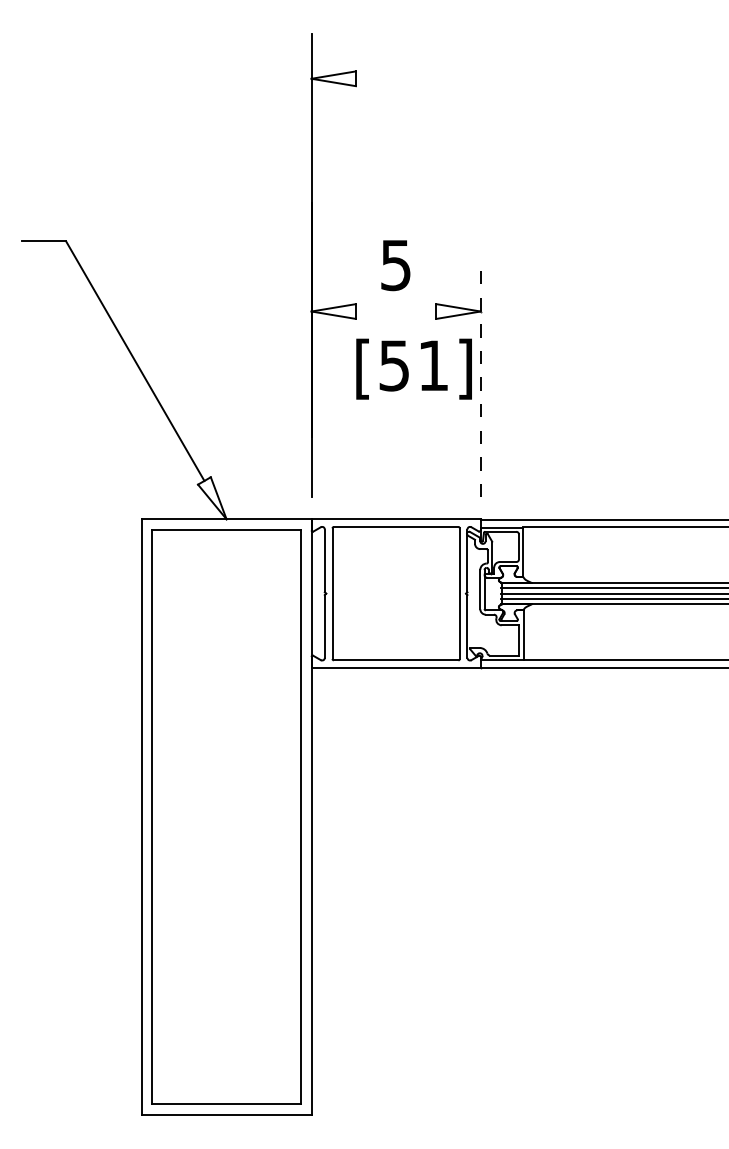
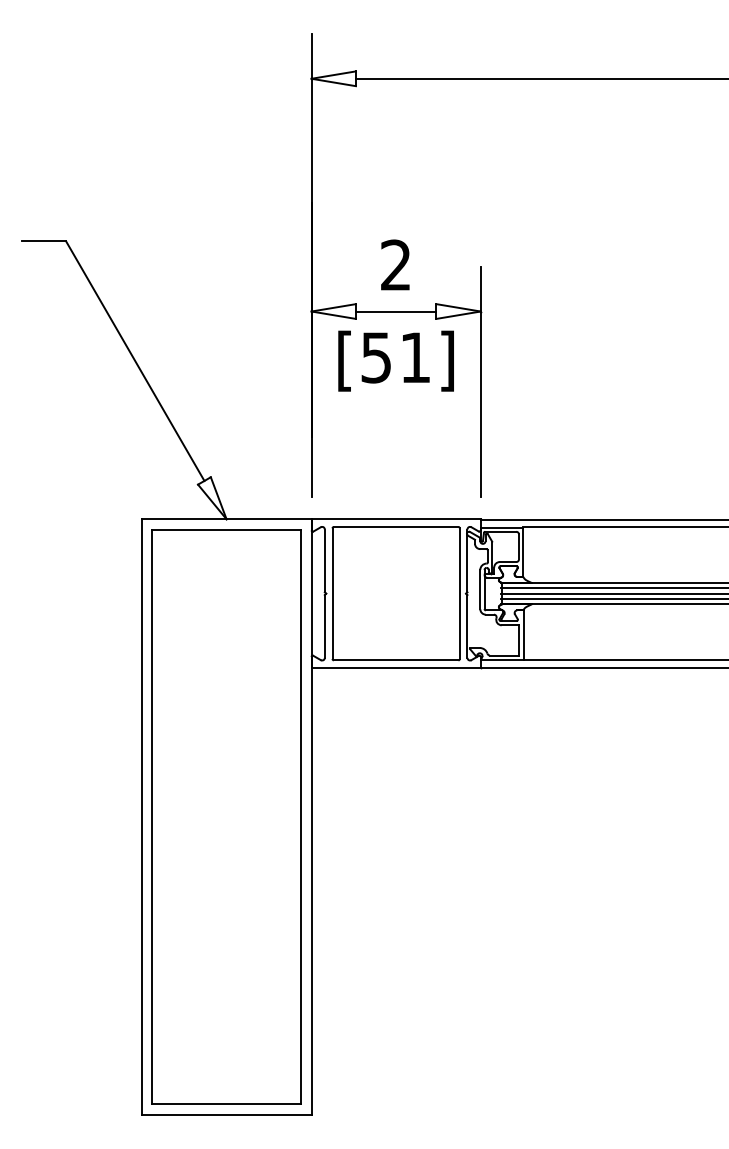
line at (540, 78): none -> present
text at (395, 265): 5 -> 2
line at (395, 311): none -> present
text at (413, 368) position: (413, 368) -> (395, 360)
line at (480, 382): dashed -> solid
